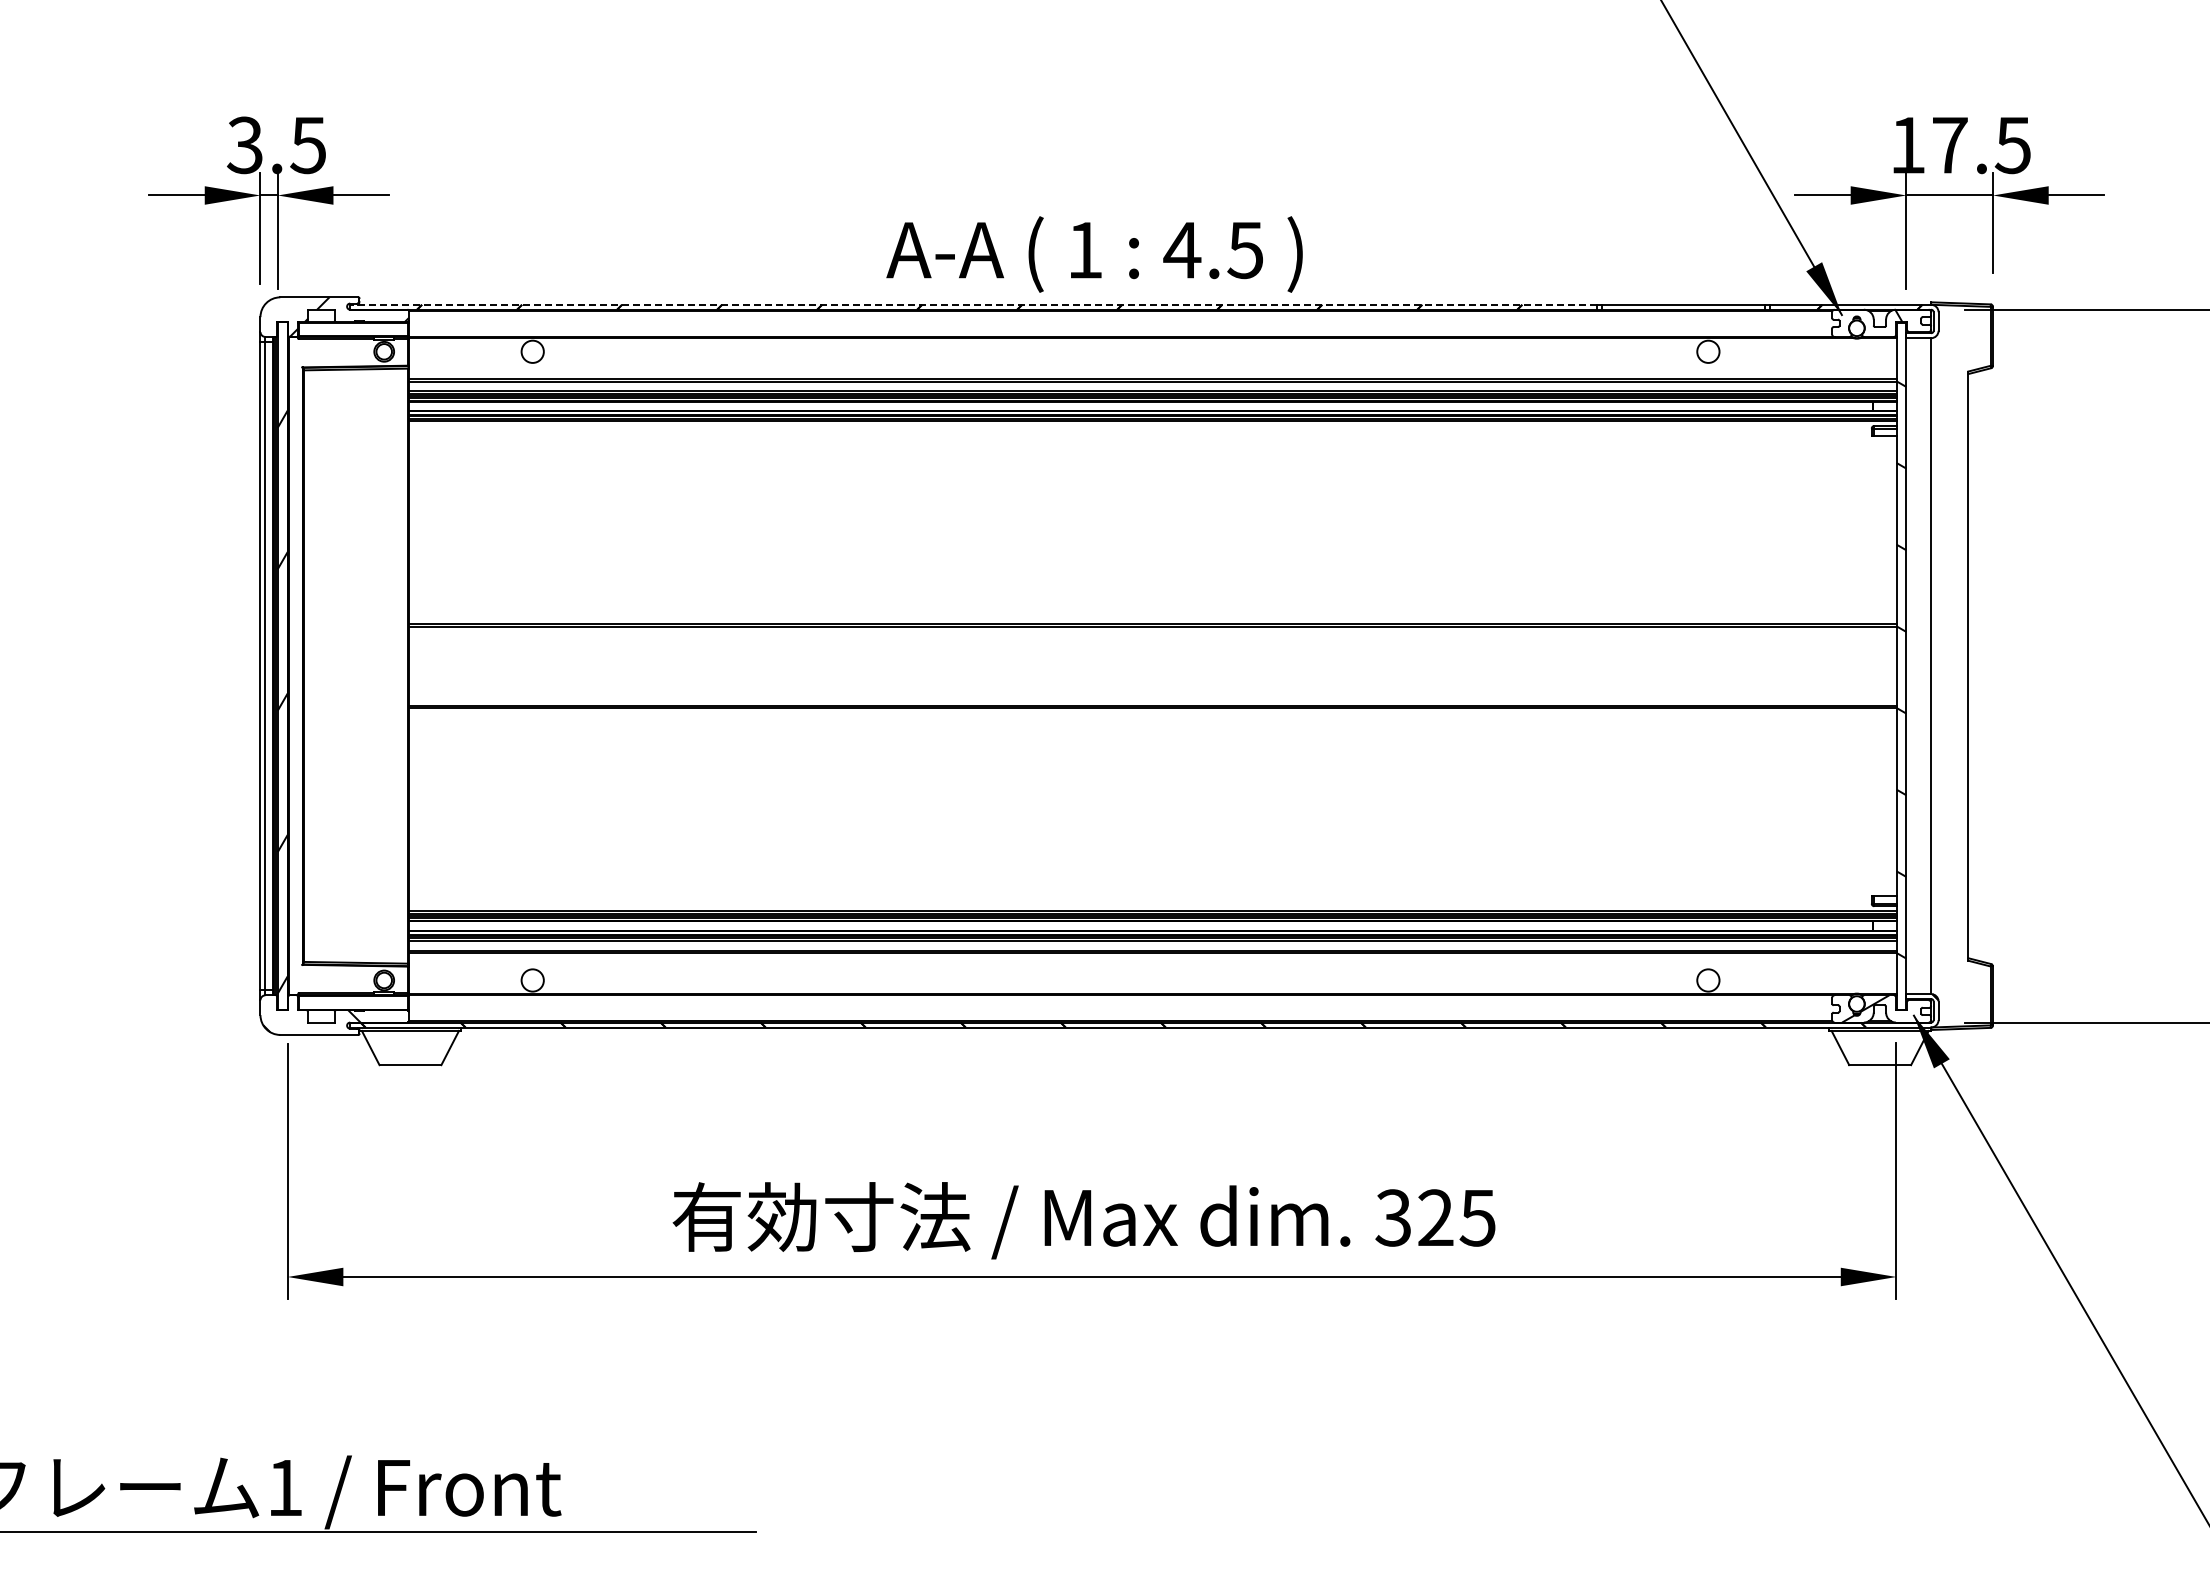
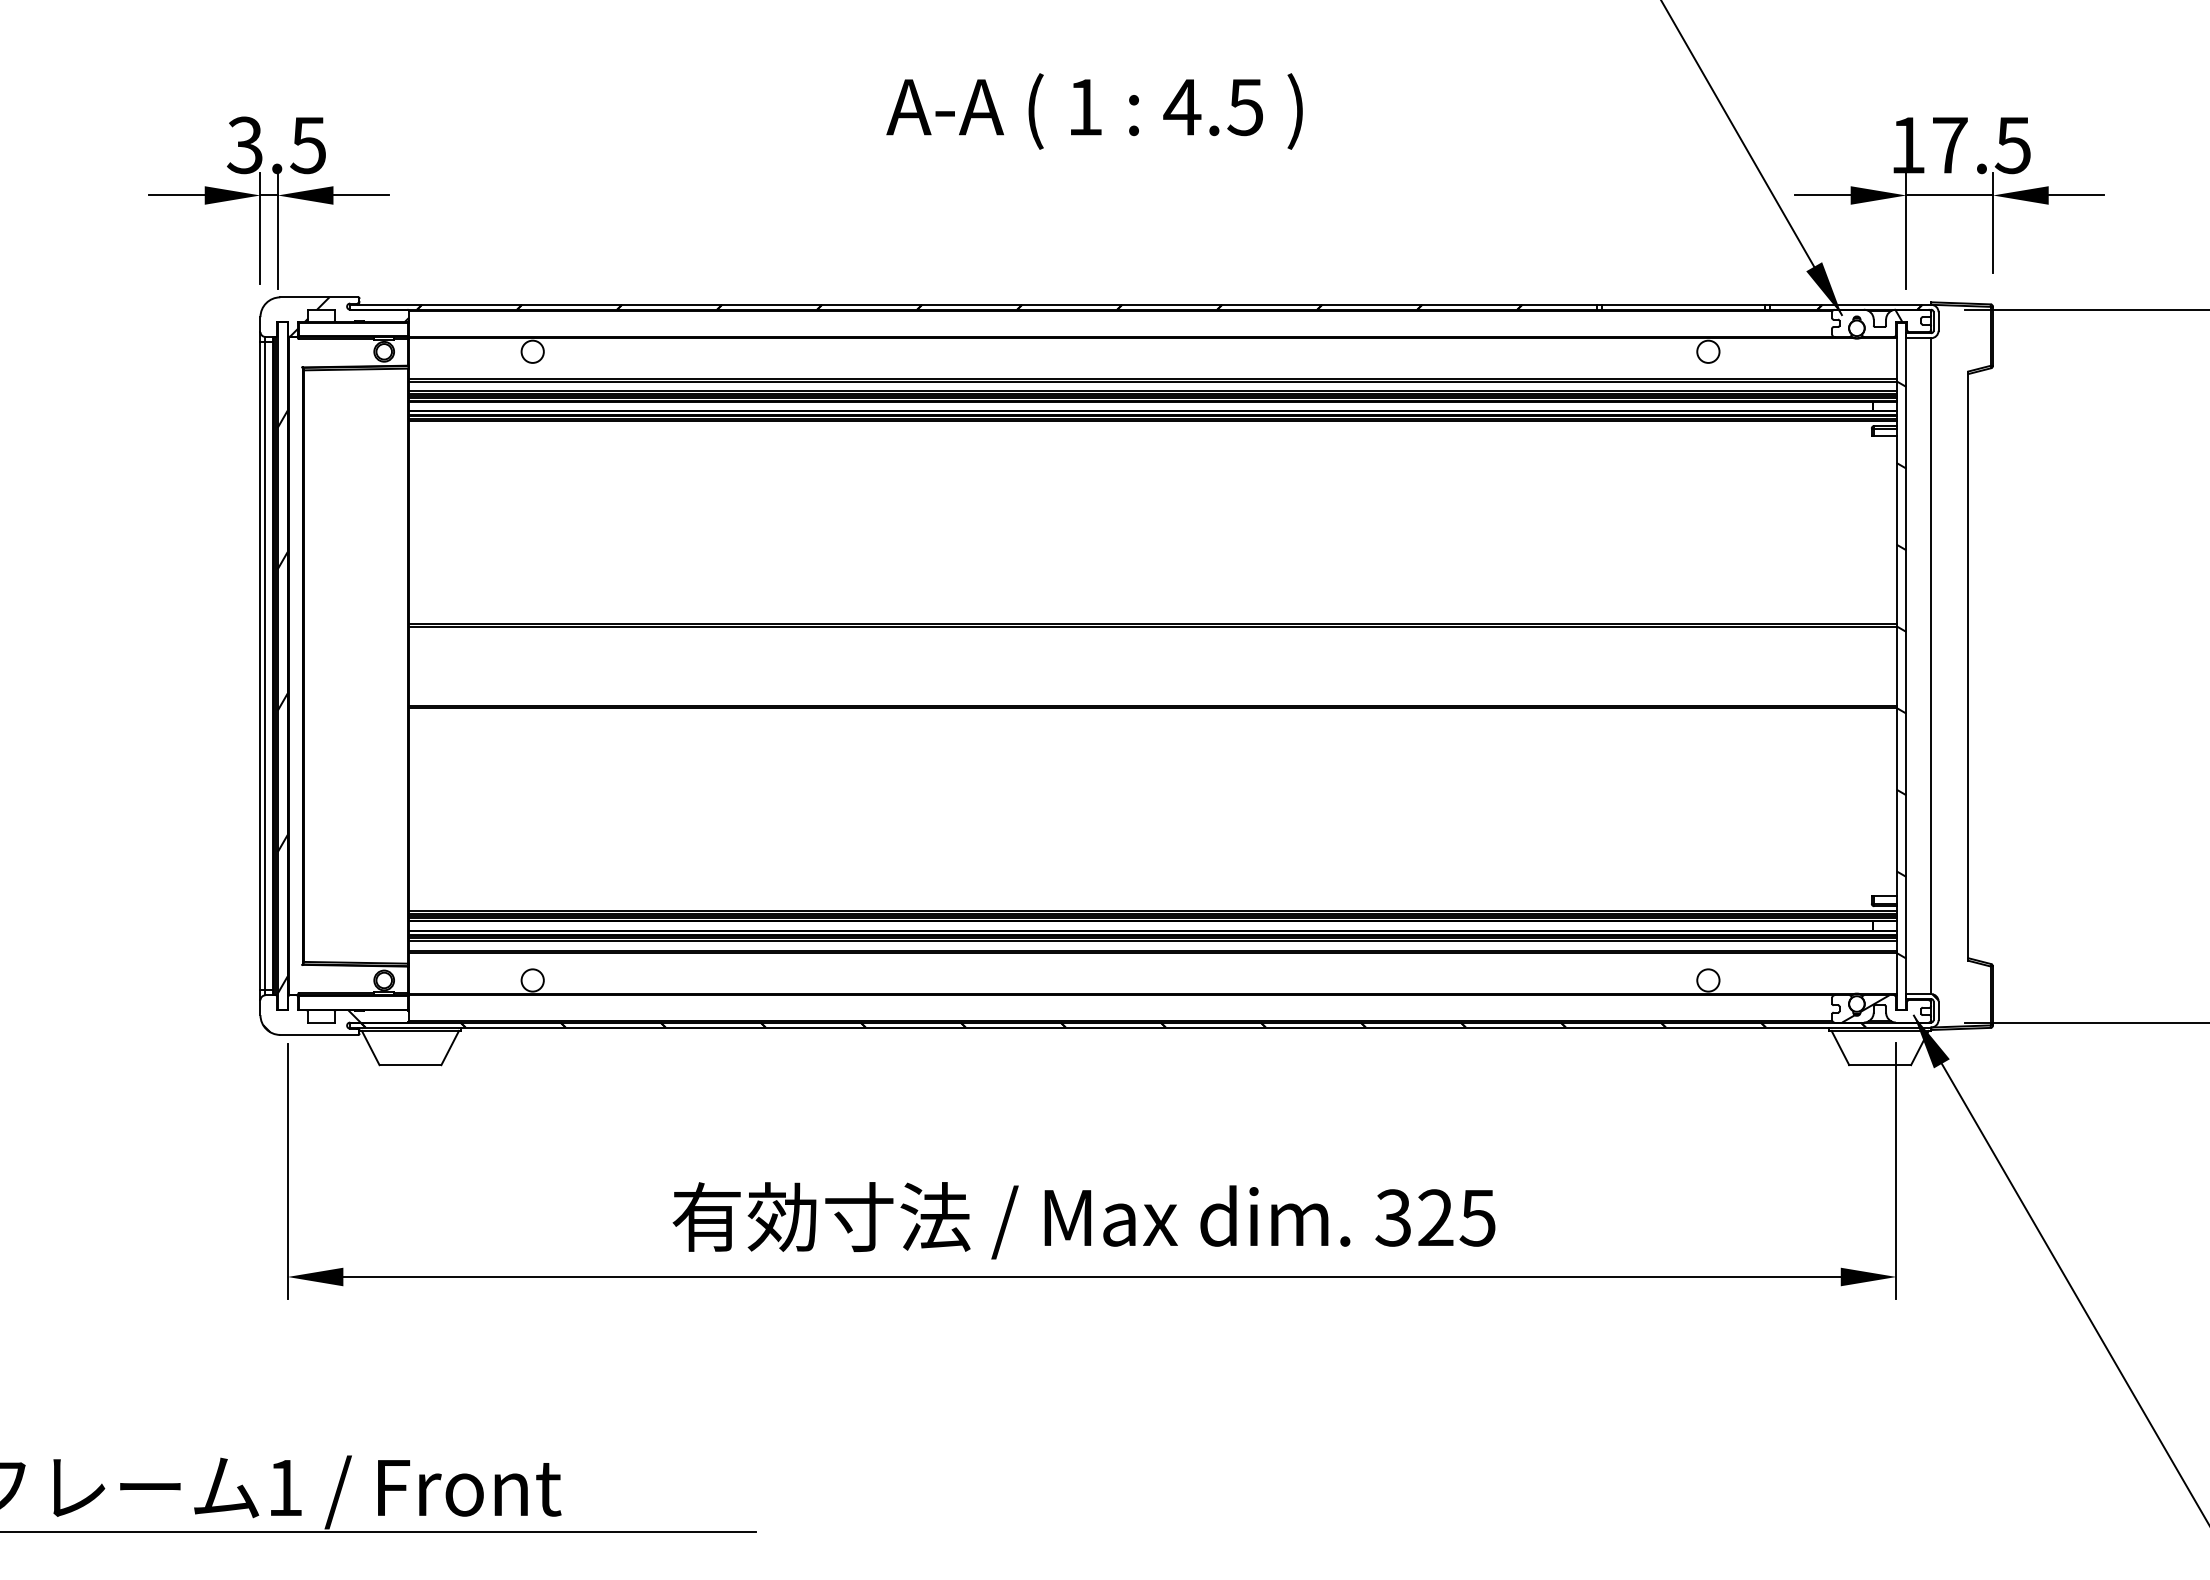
text at (1094, 254) position: (1094, 254) -> (1094, 111)
line at (973, 304): dashed -> solid
